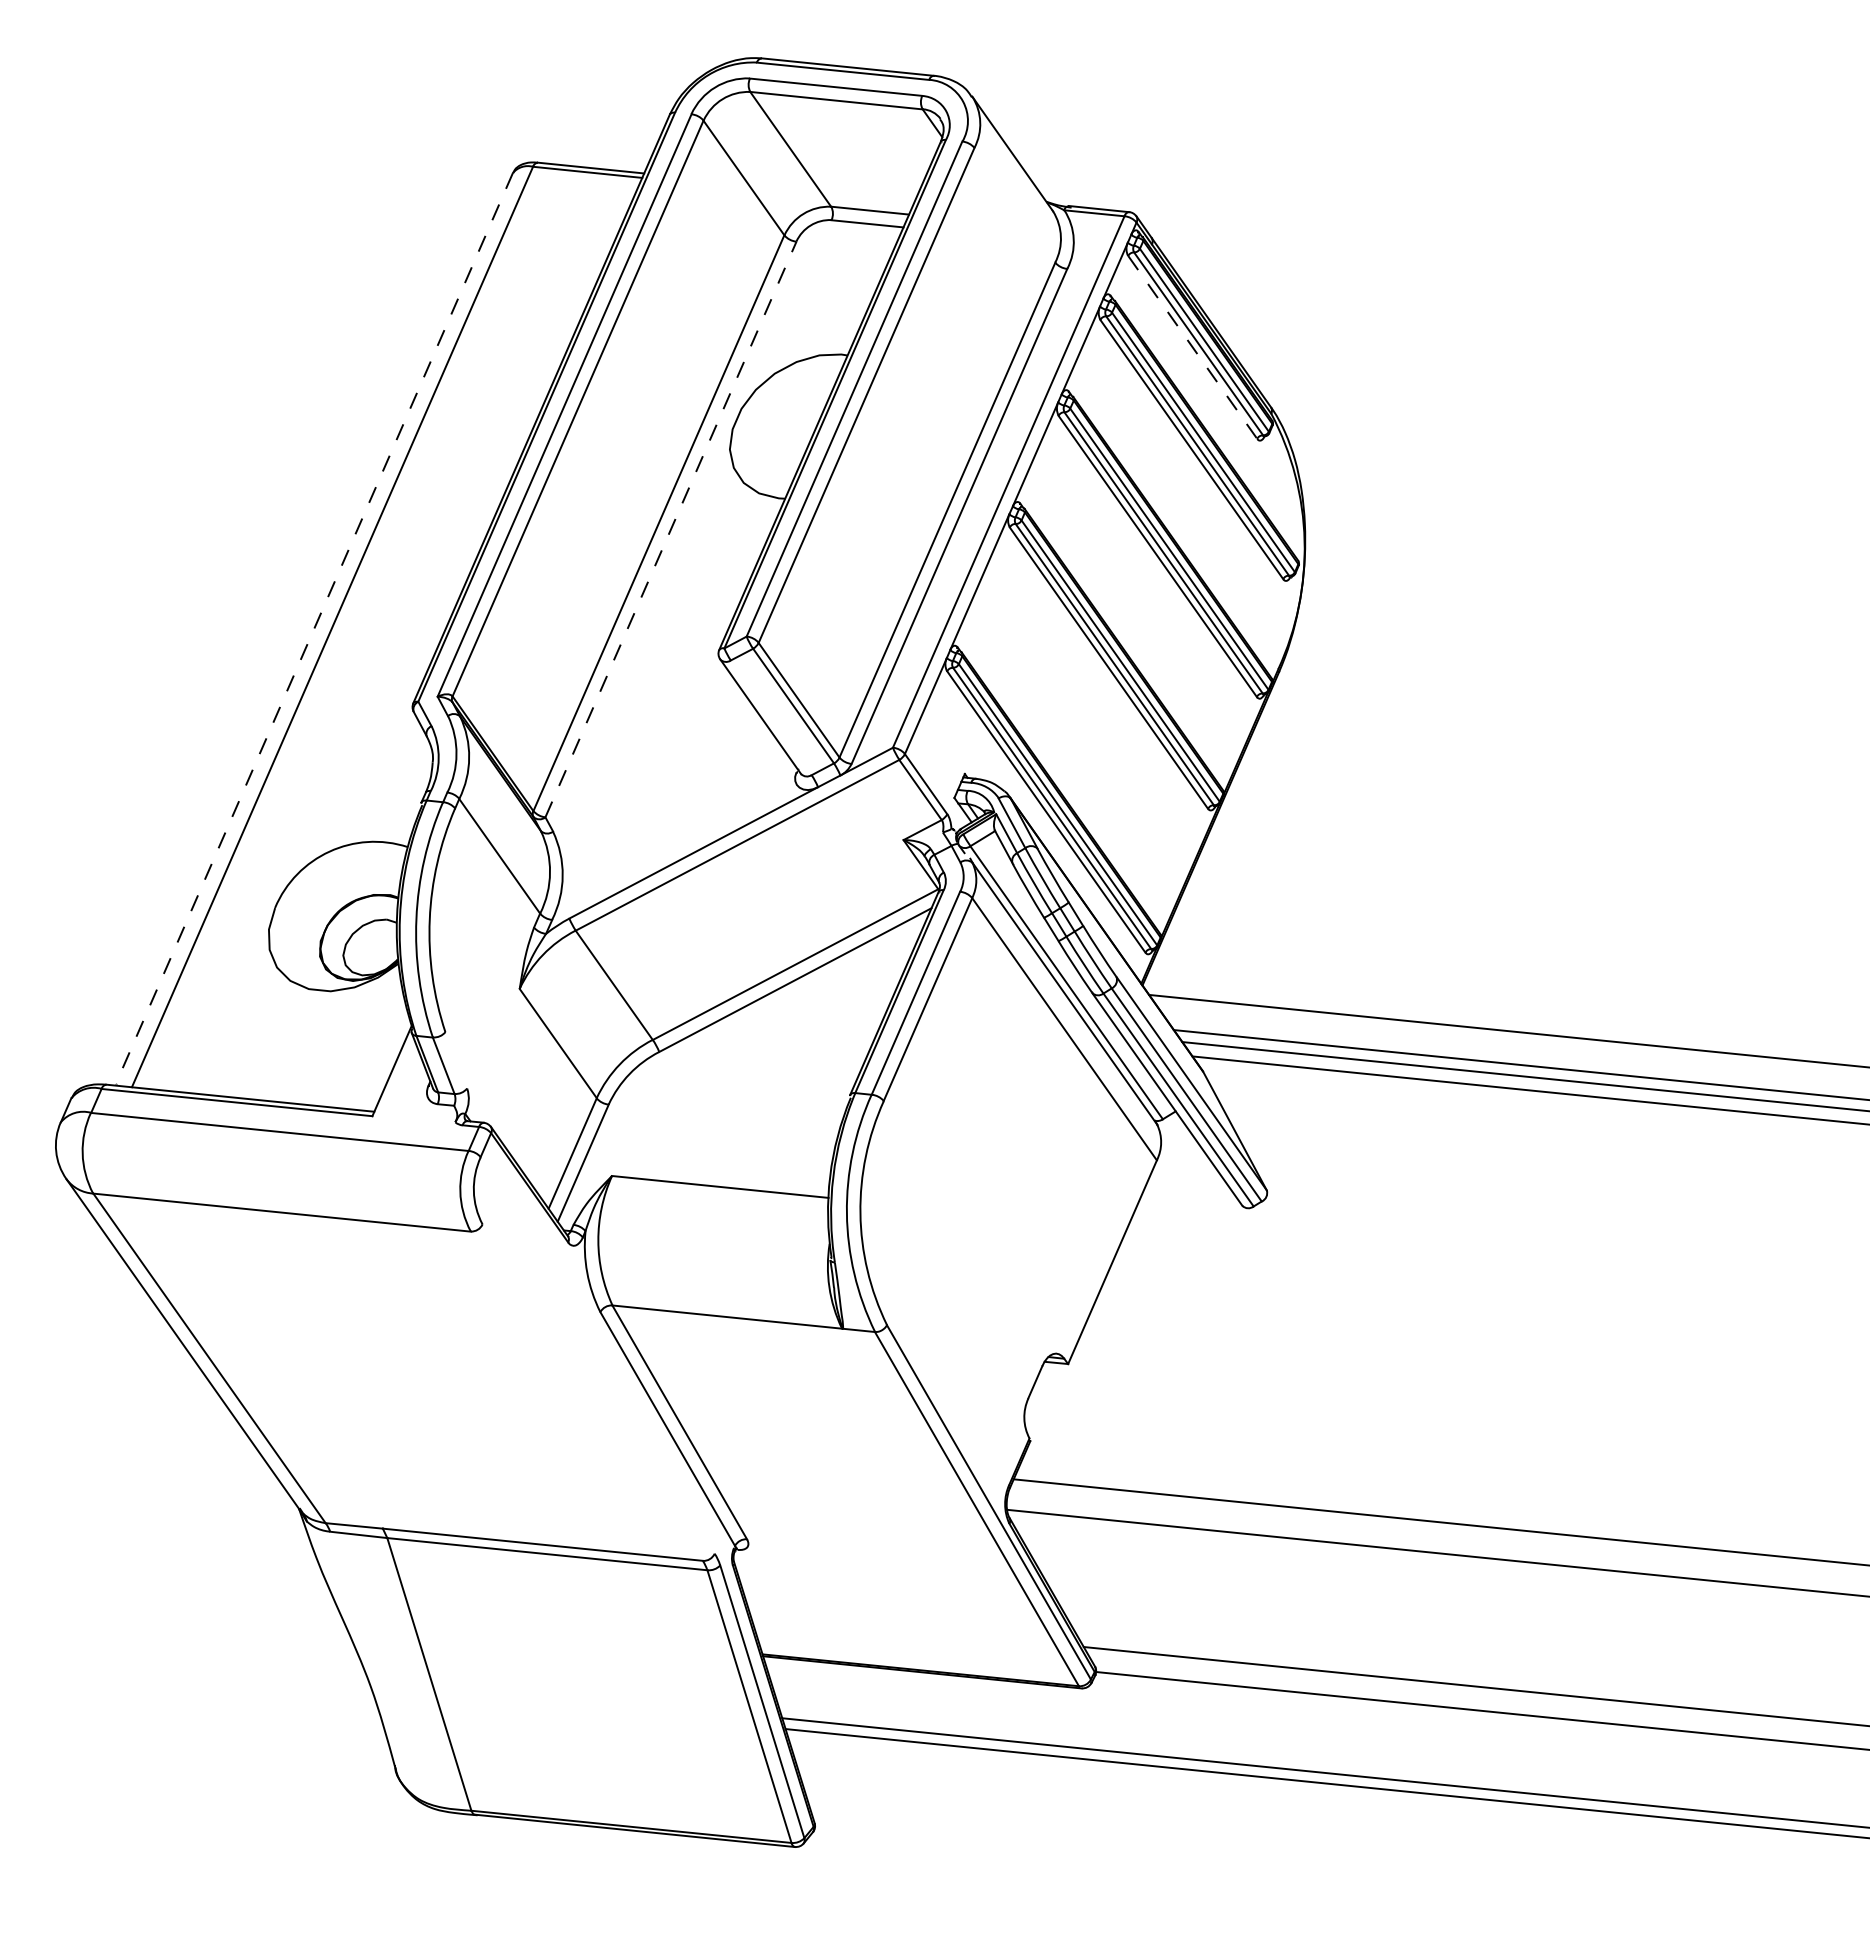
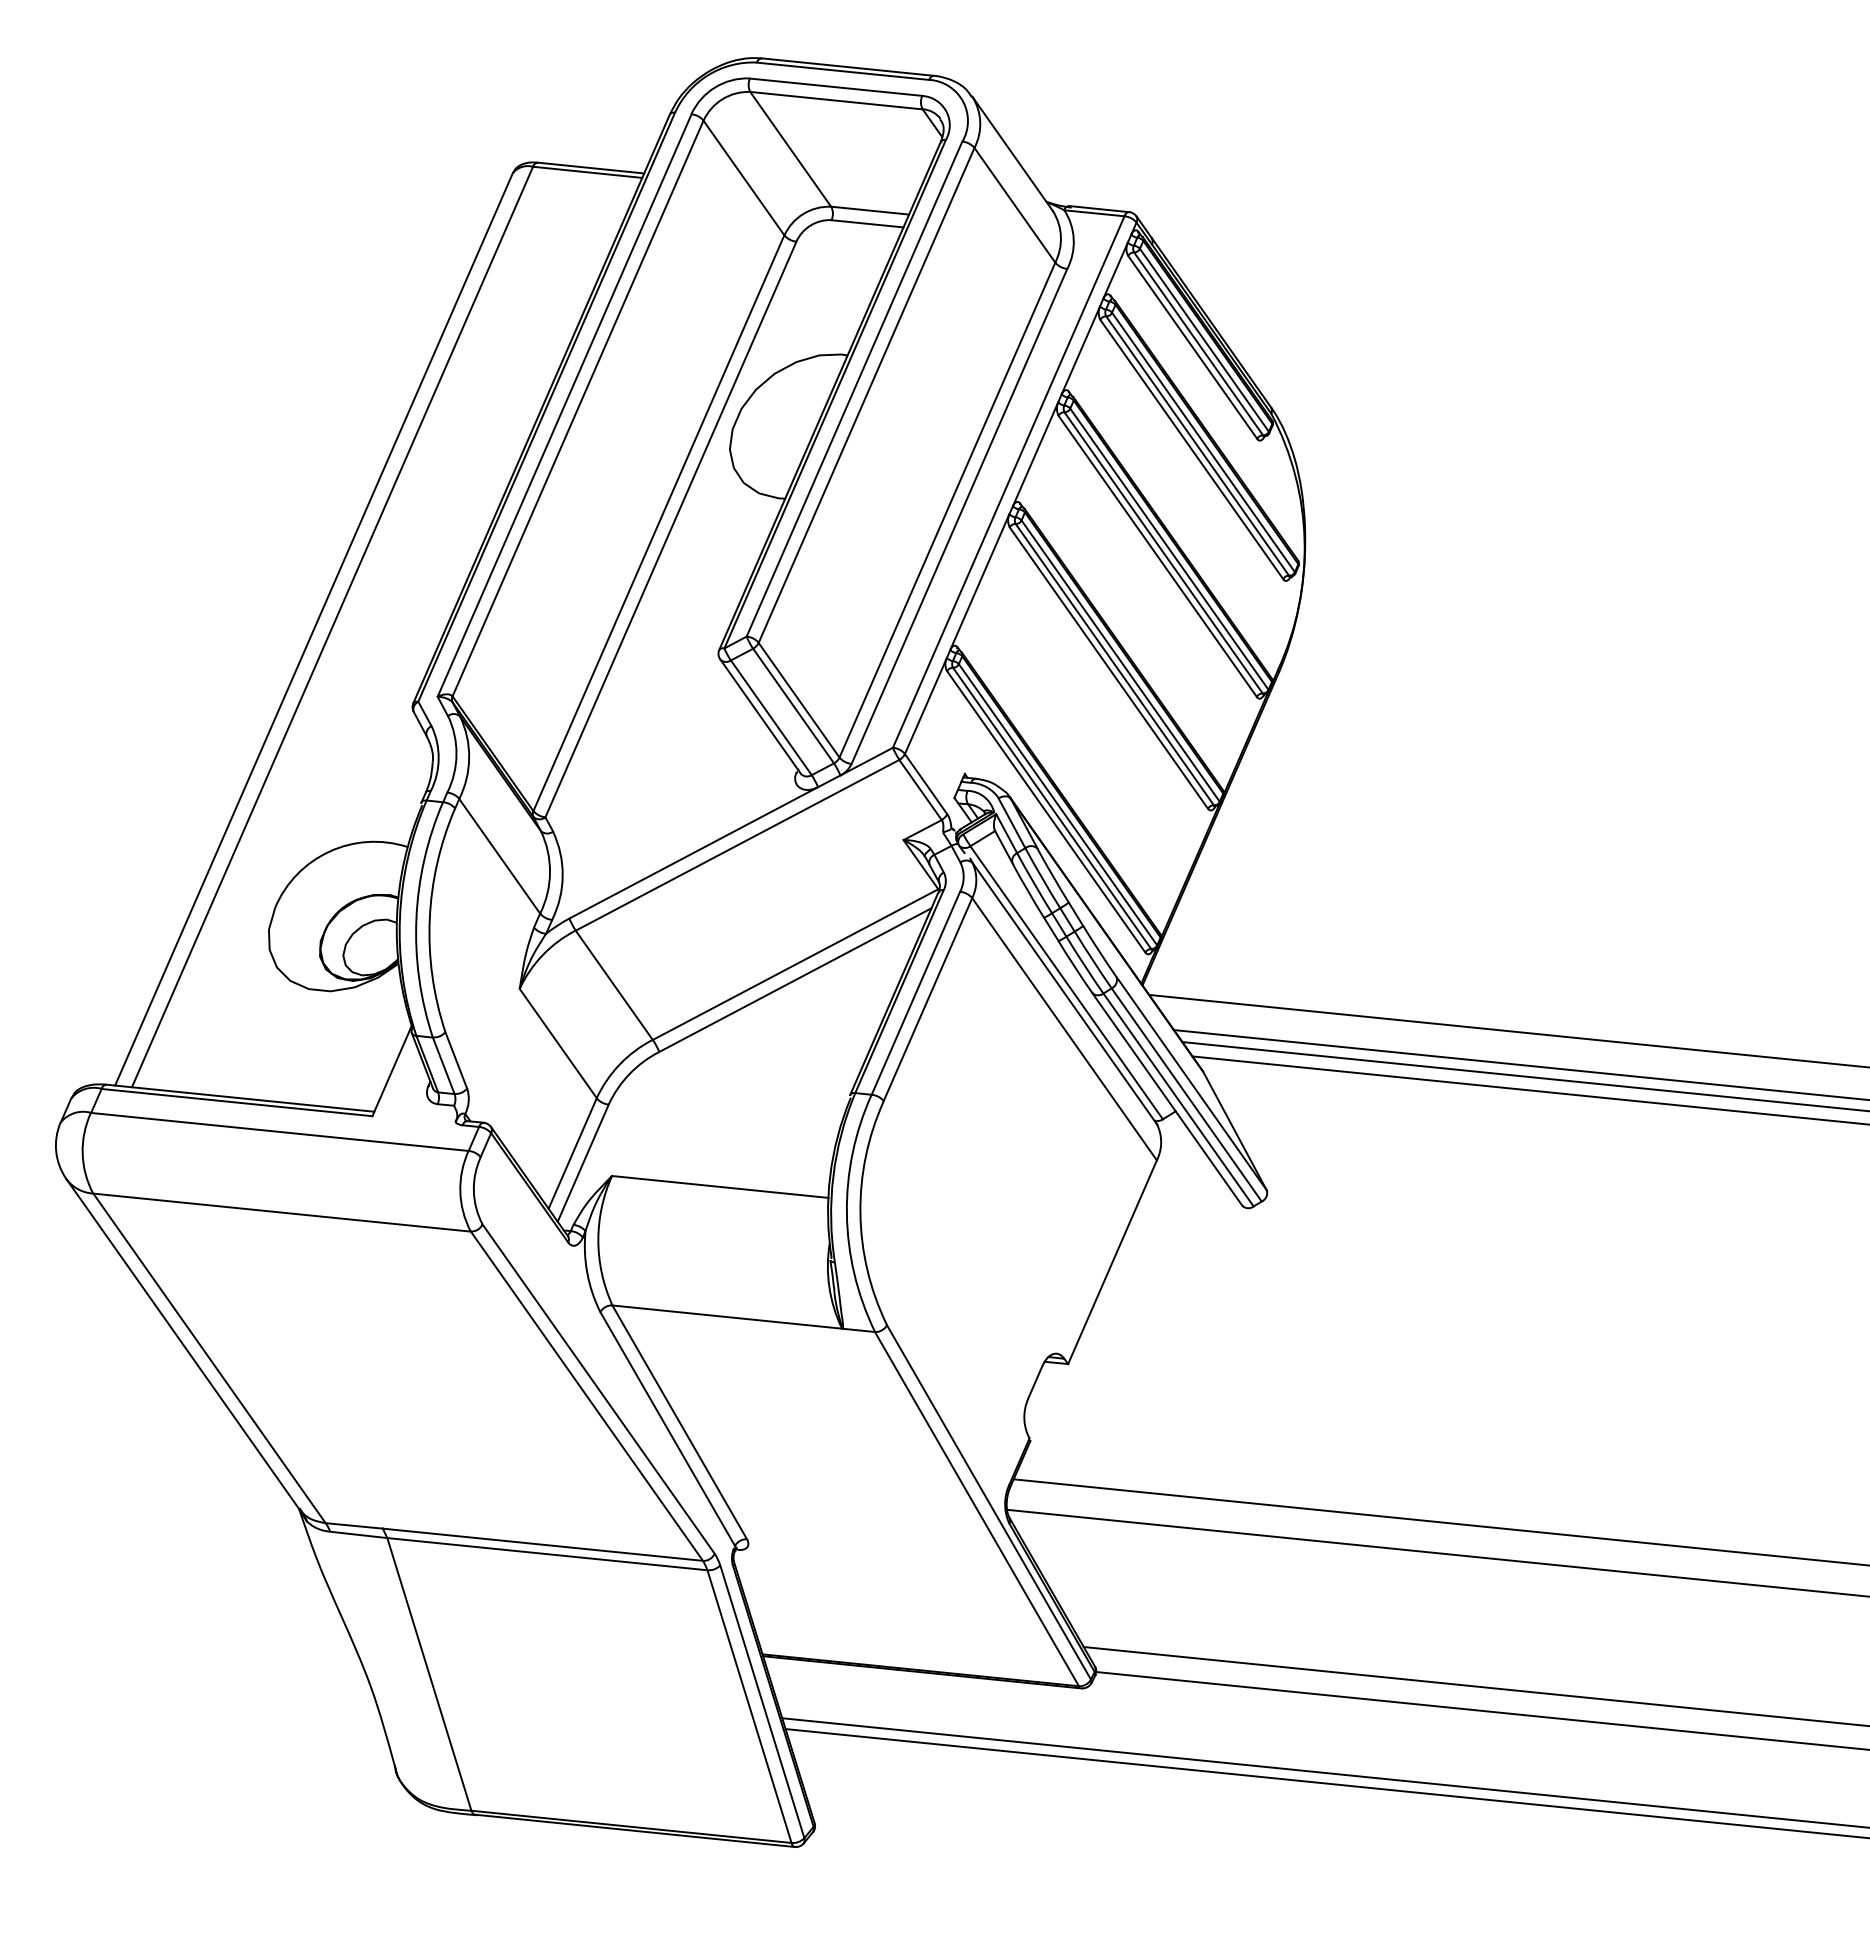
line at (1014, 204): none -> present
line at (1192, 347): dashed -> solid
line at (671, 529): dashed -> solid
line at (314, 629): dashed -> solid
line at (770, 717): none -> present
line at (456, 1060): none -> present
line at (598, 1388): none -> present
line at (586, 1395): none -> present
